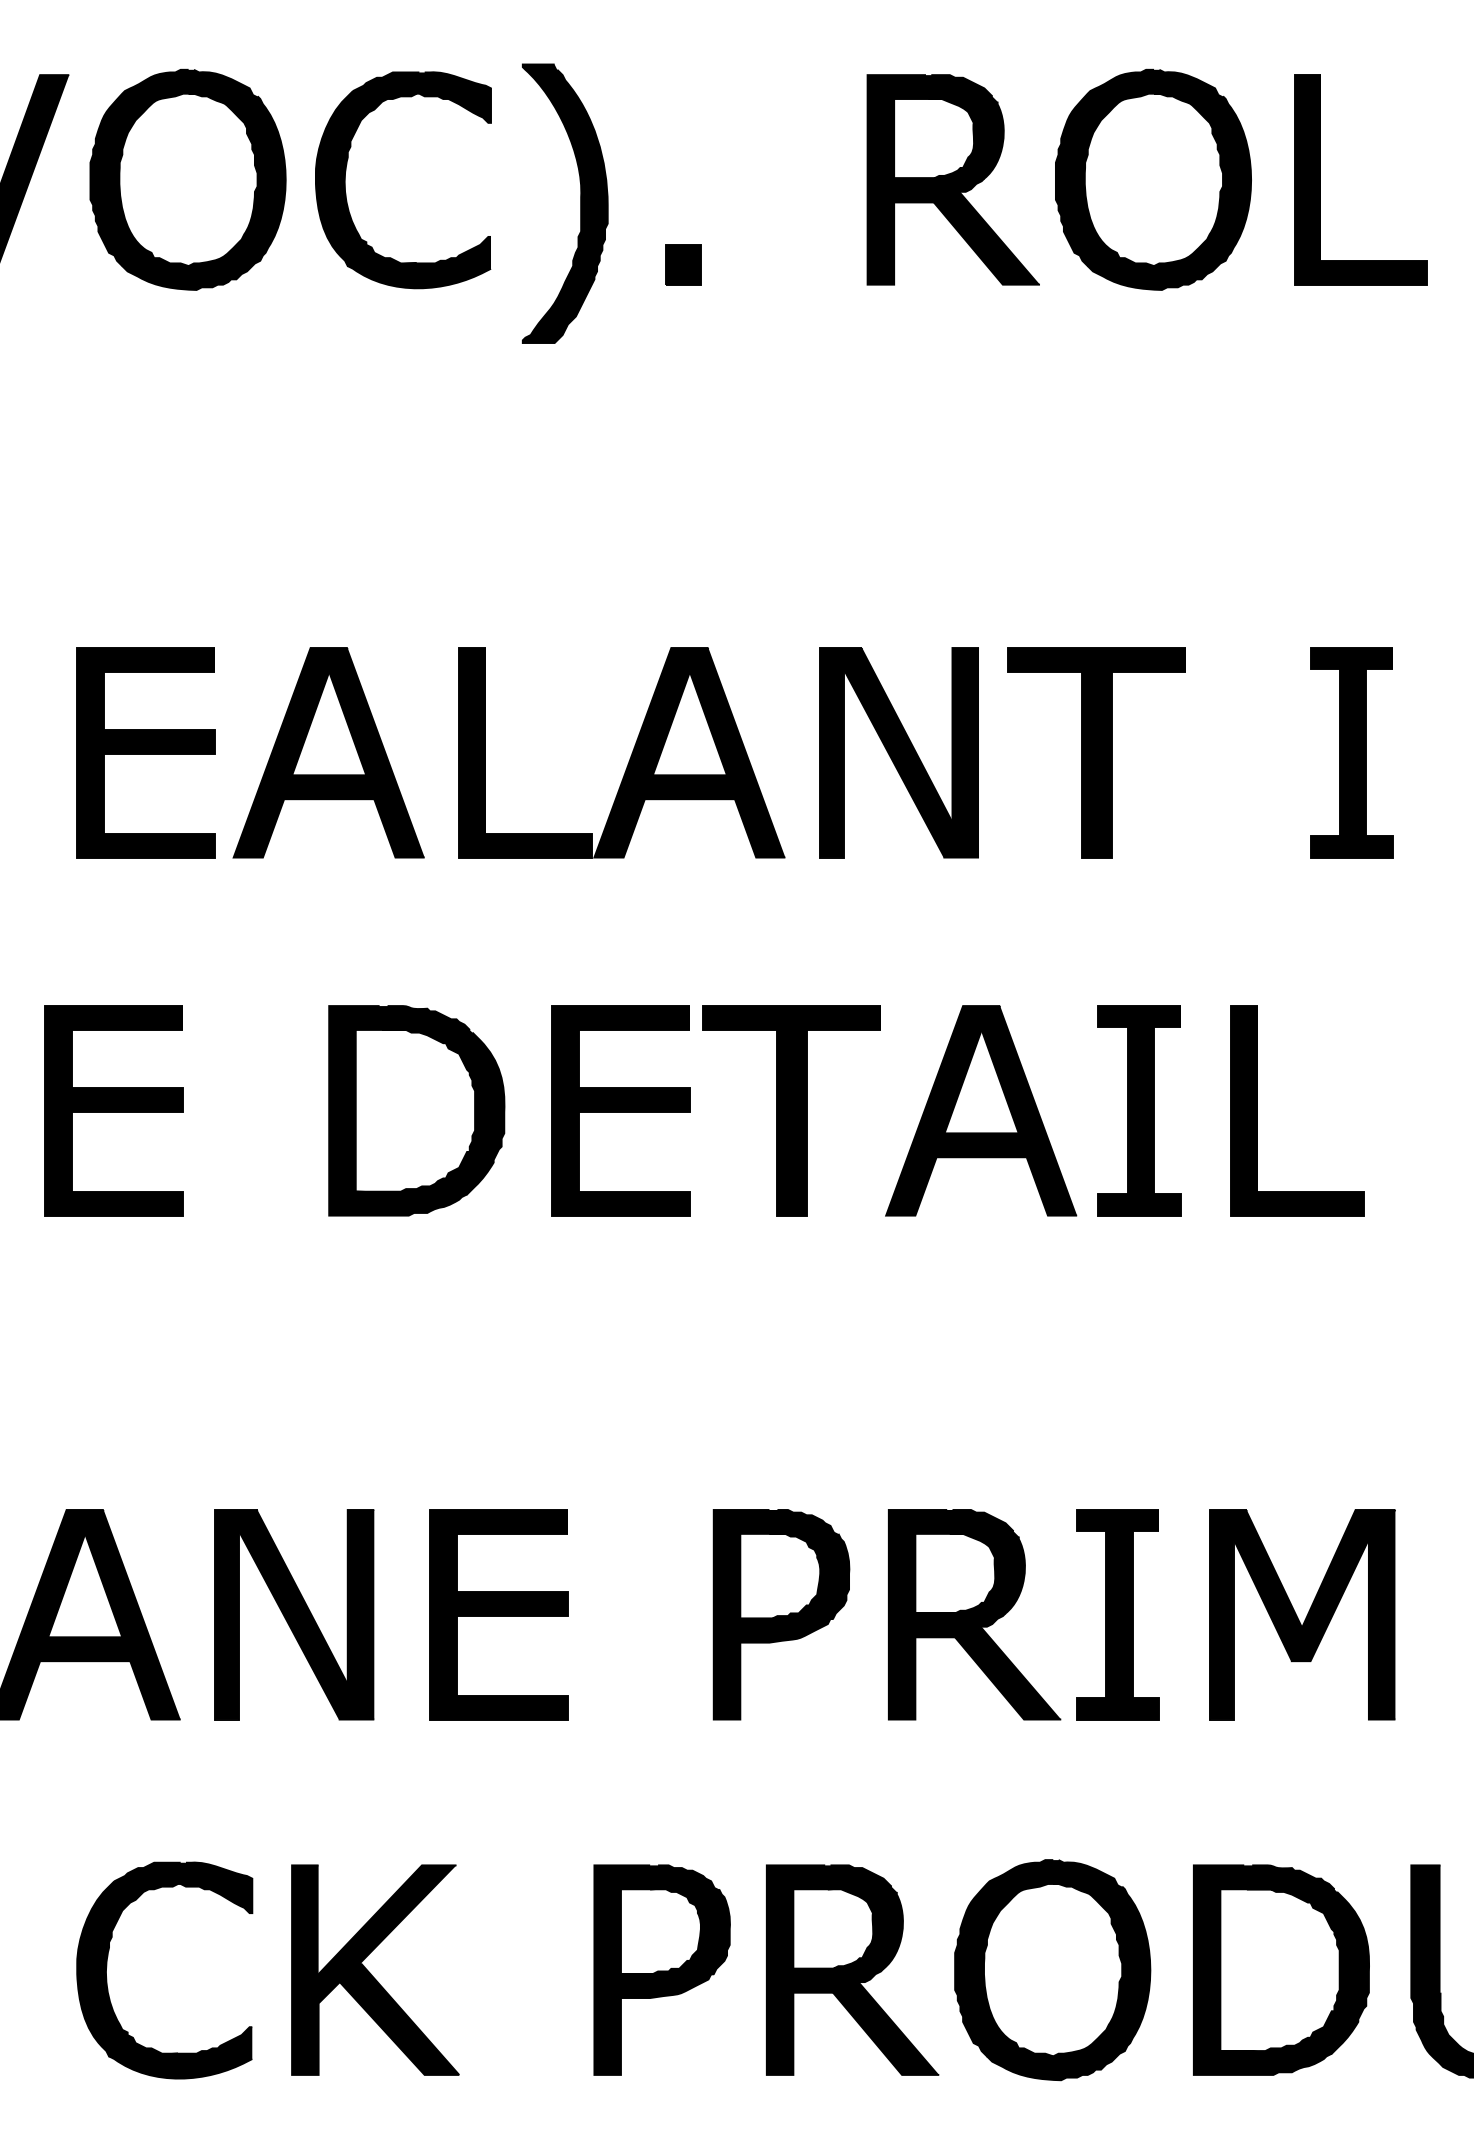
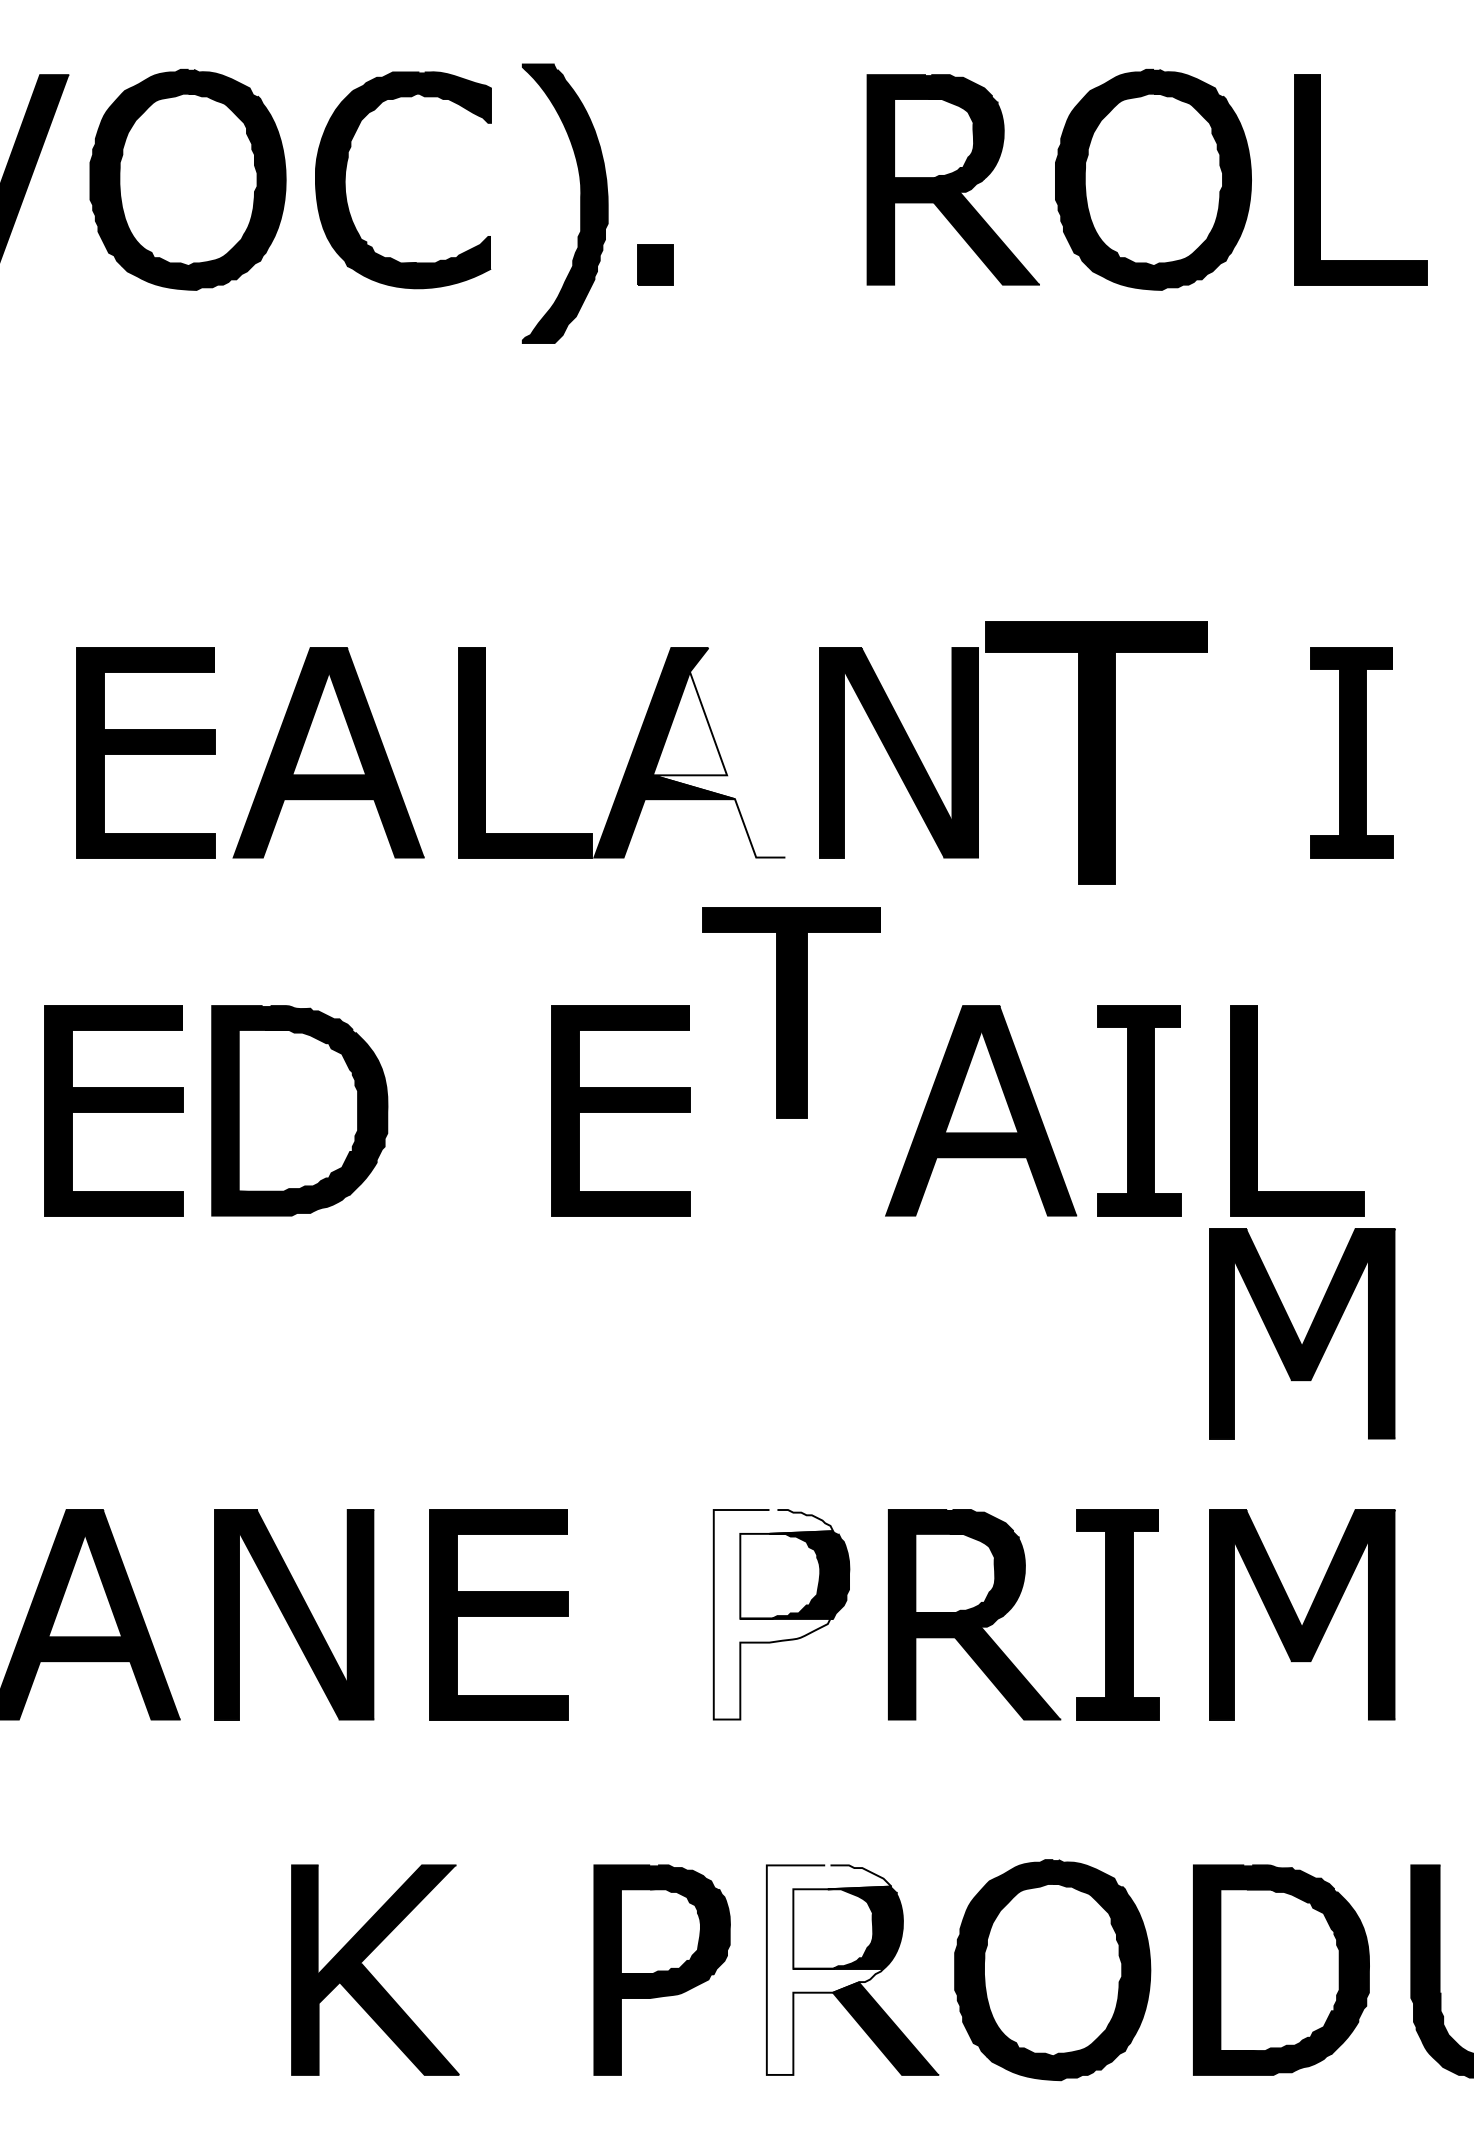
part at (683, 264) position: (683, 264) -> (655, 264)
fill at (718, 752): present -> none
part at (1096, 752) size: 179x212 px -> 223x264 px
part at (416, 1110) position: (416, 1110) -> (299, 1110)
part at (791, 1110) position: (791, 1110) -> (791, 1012)
part at (1302, 1333): none -> present
fill at (773, 1614): present -> none
part at (107, 1967): present -> none
fill at (828, 1969): present -> none
